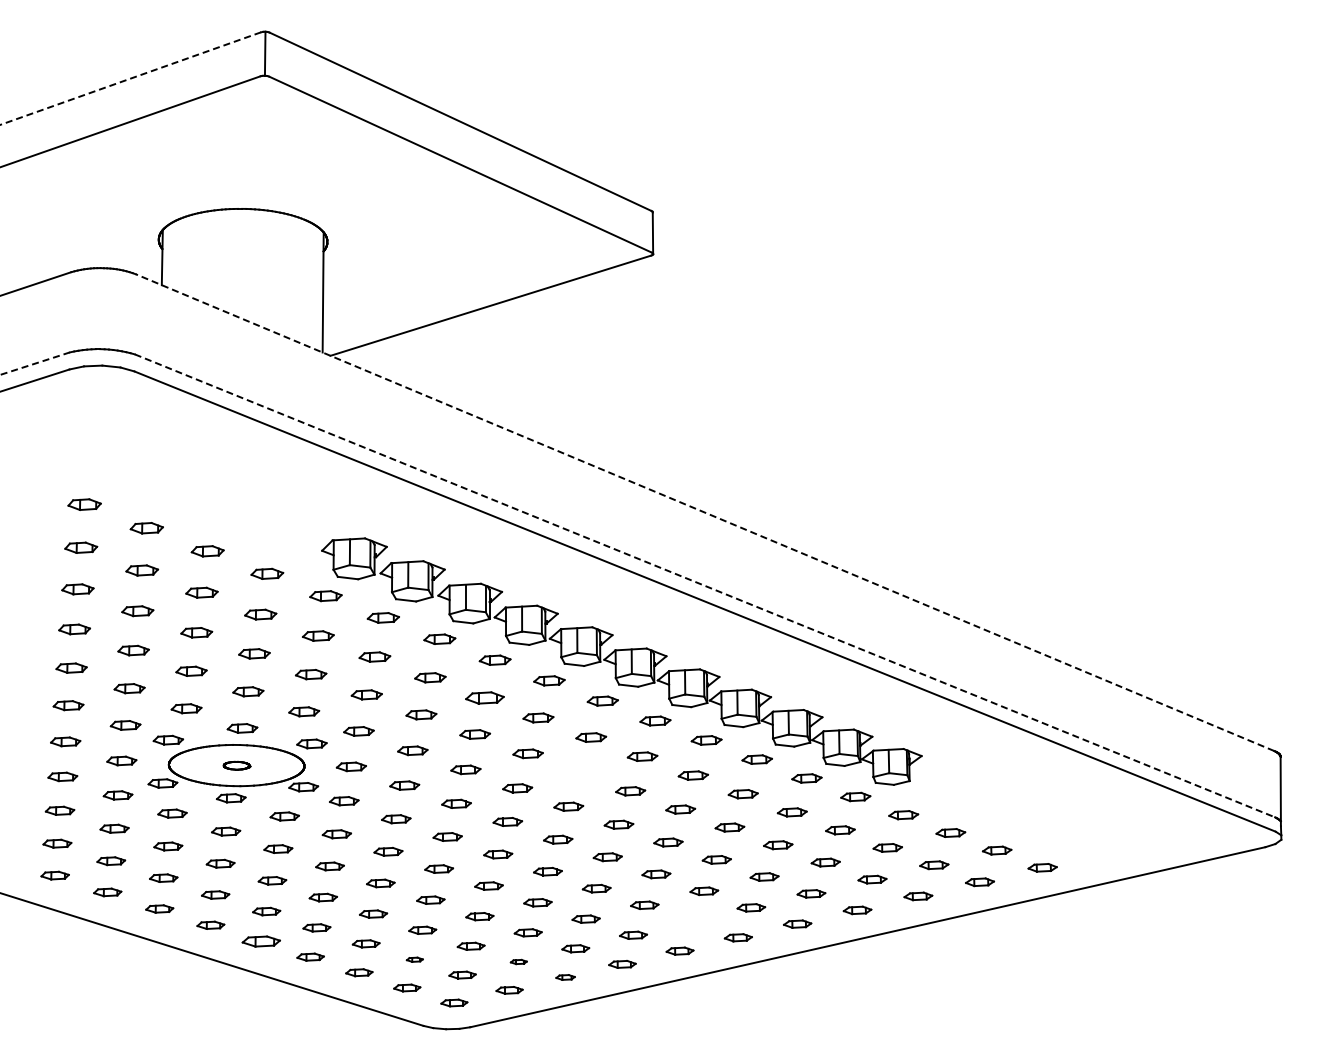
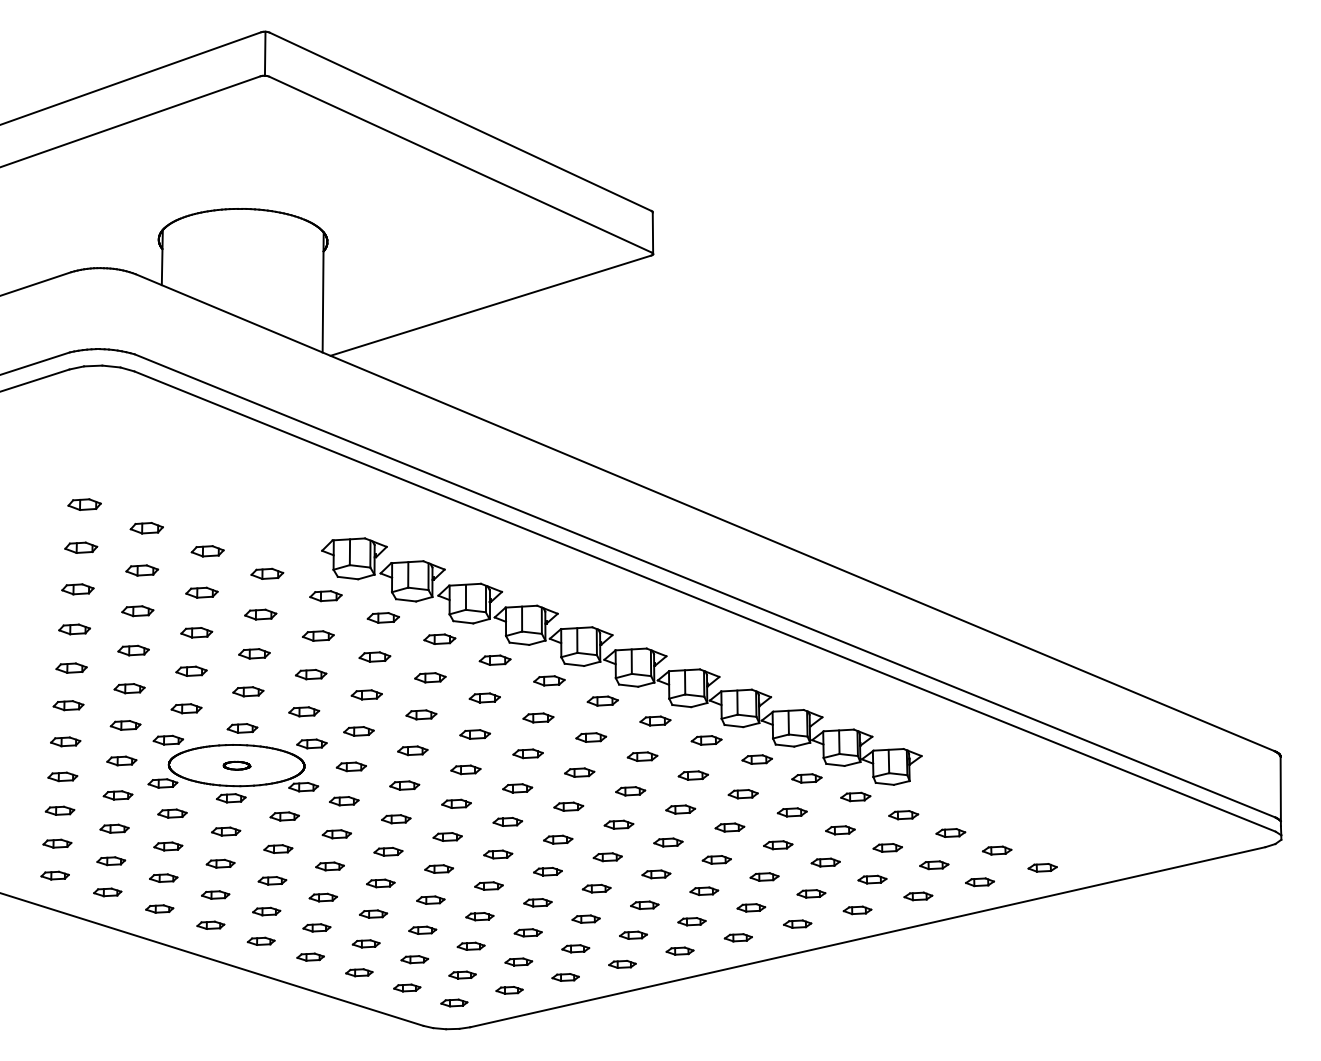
line at (130, 78): dashed -> solid
line at (35, 363): dashed -> solid
line at (704, 512): dashed -> solid
line at (705, 586): dashed -> solid
part at (484, 697) size: 40x14 px -> 33x12 px
part at (579, 772): none -> present
part at (691, 921): none -> present
part at (260, 941) size: 40x13 px -> 30x10 px
part at (414, 959) size: 19x7 px -> 30x10 px
part at (518, 961) size: 19x8 px -> 30x10 px
part at (565, 977) size: 21x7 px -> 29x9 px
